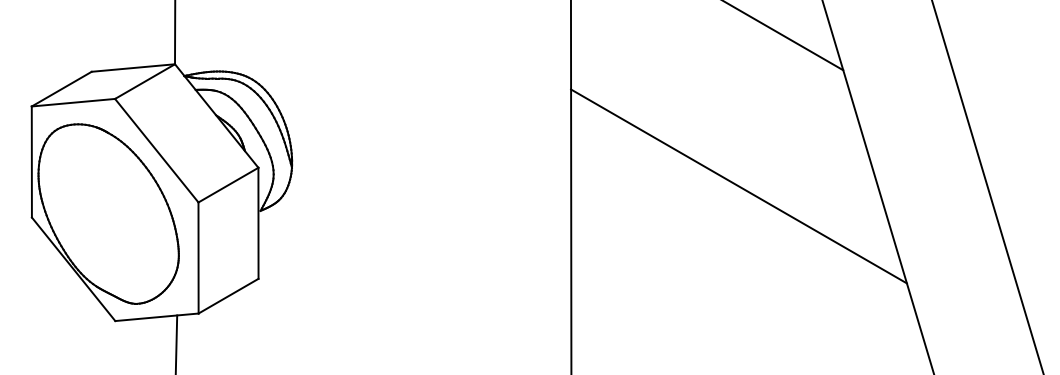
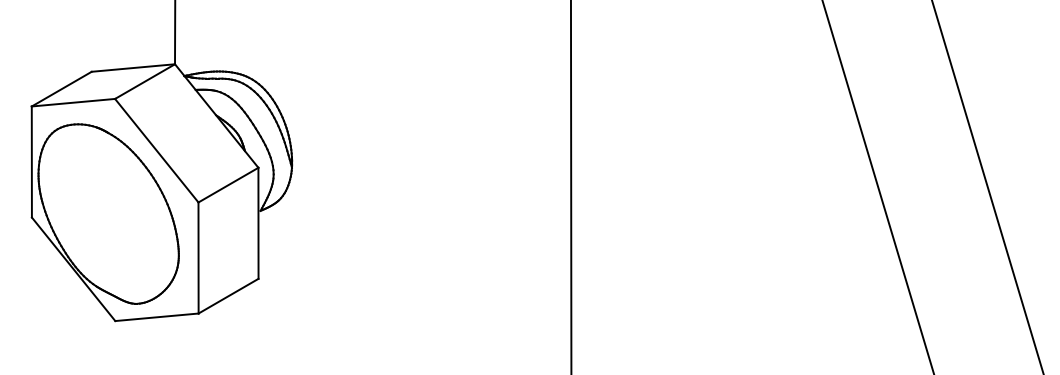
line at (784, 36): present -> none
line at (738, 186): present -> none
line at (176, 343): present -> none
